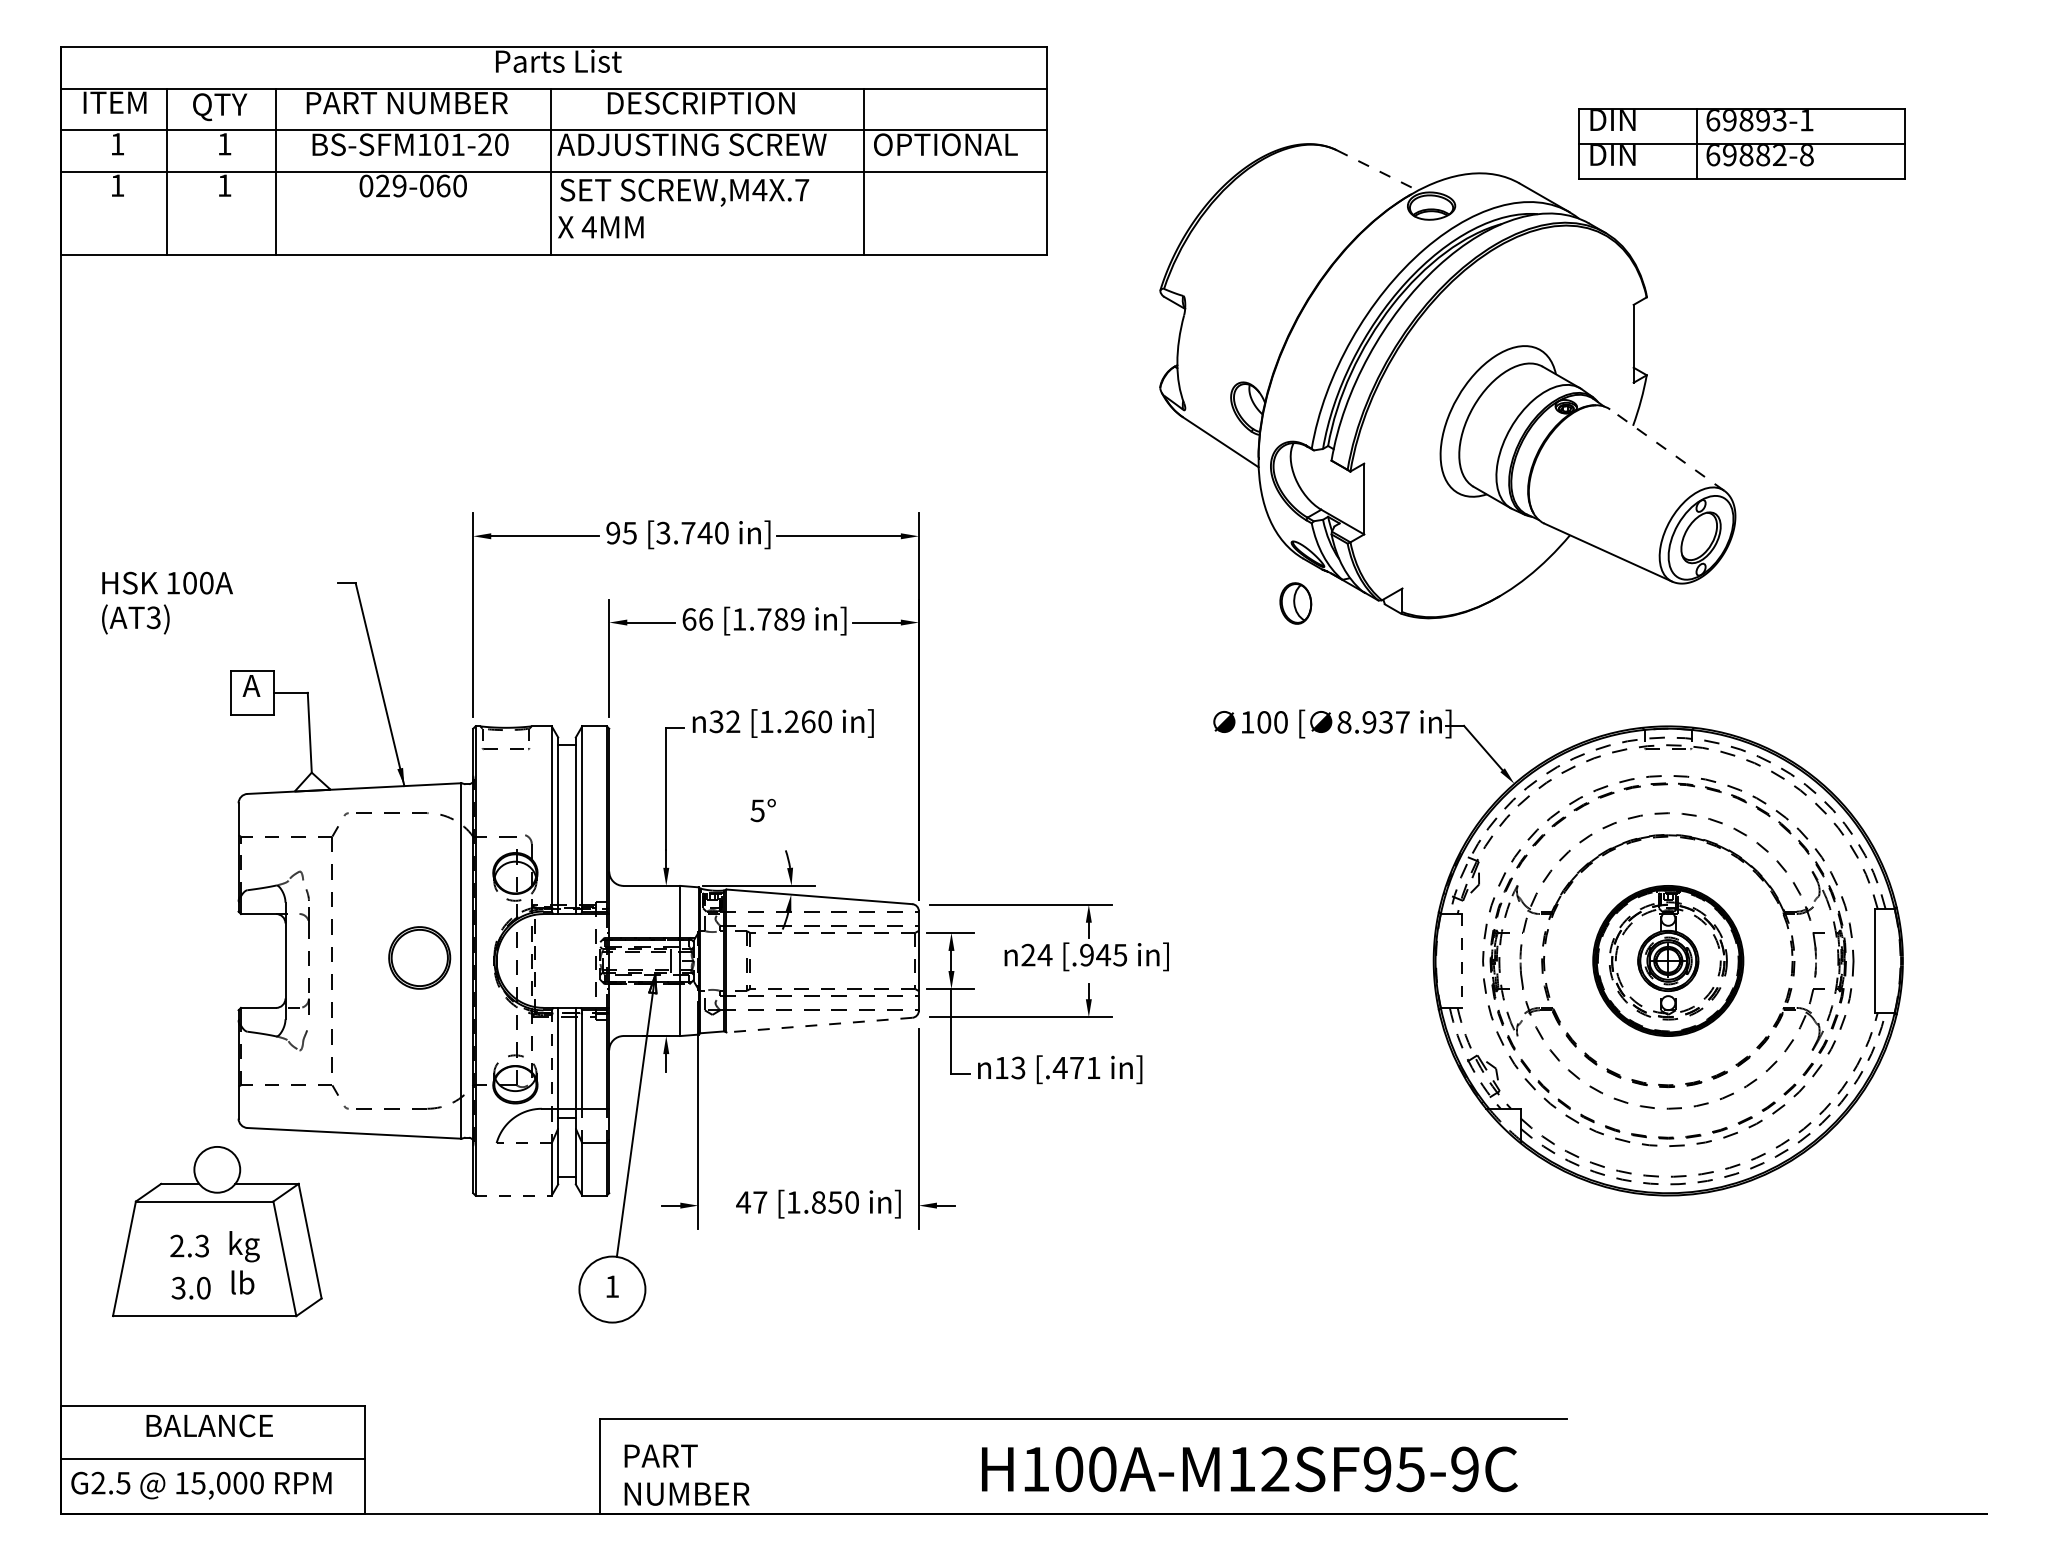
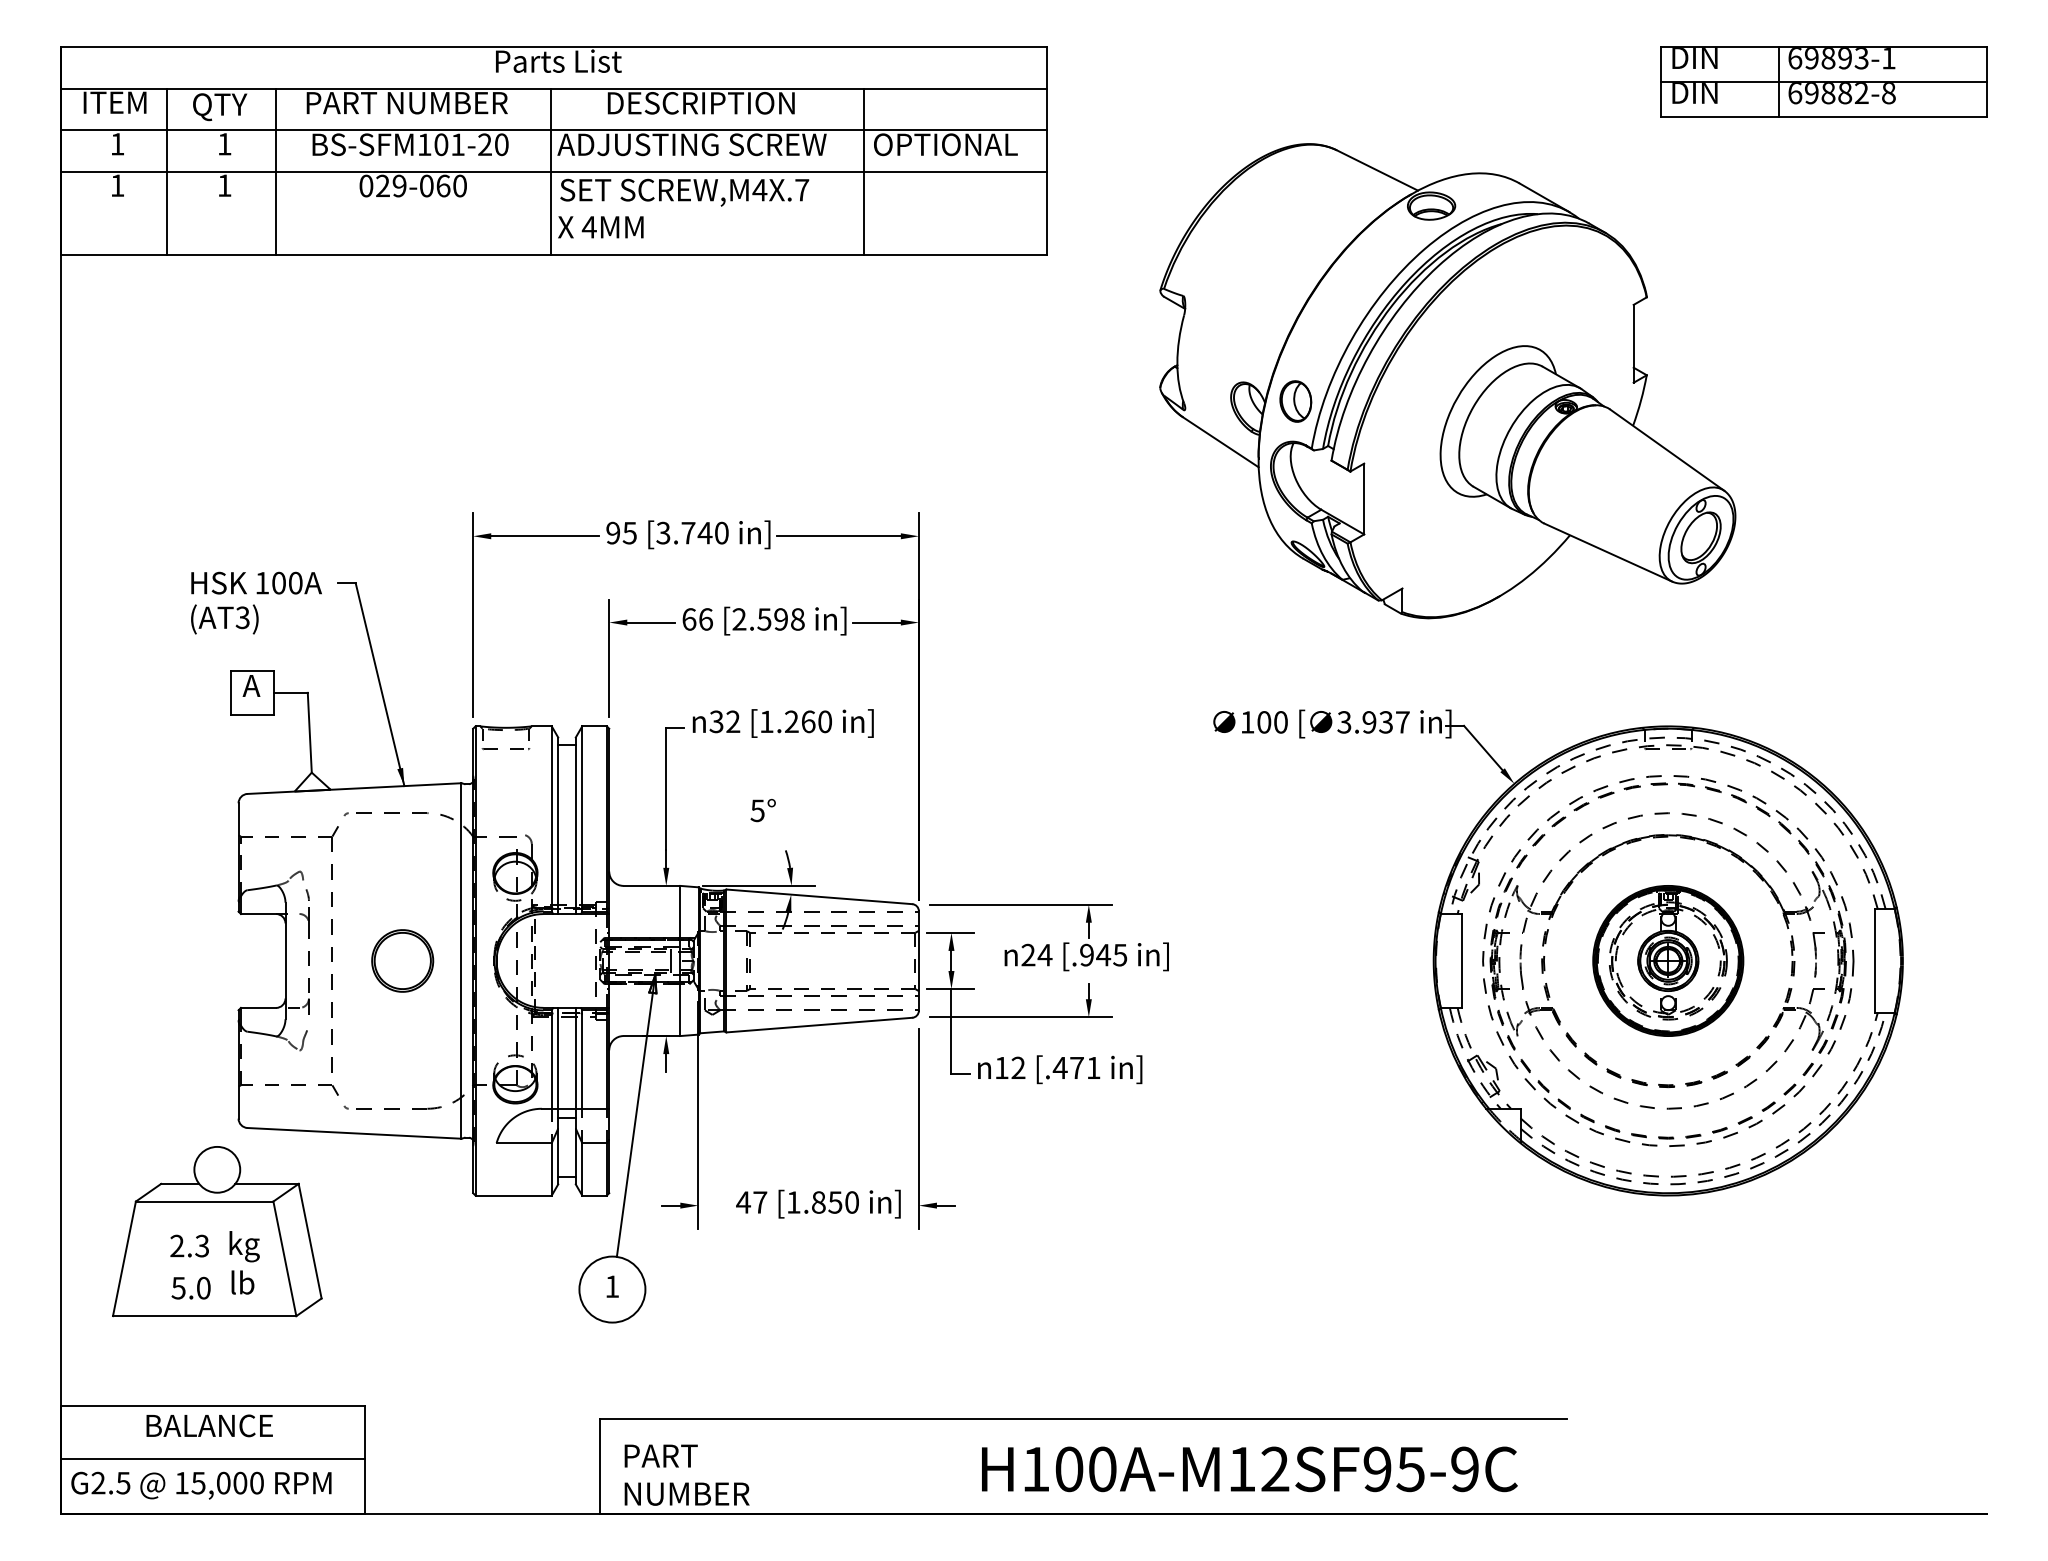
part at (1741, 143) position: (1741, 143) -> (1823, 81)
line at (1377, 170): dashed -> solid
line at (1666, 449): dashed -> solid
text at (167, 602) position: (167, 602) -> (256, 602)
part at (1295, 603) position: (1295, 603) -> (1295, 401)
text at (768, 619): [1.789 -> [2.598
text at (1344, 722): 8.937 -> 3.937
part at (419, 957) position: (419, 957) -> (402, 960)
line at (1461, 960): dashed -> solid
line at (818, 1025): dashed -> solid
line at (551, 1060): dashed -> solid
text at (1018, 1068): 13 -> 12
line at (524, 1143): dashed -> solid
line at (514, 1195): dashed -> solid
text at (178, 1287): 3.0 -> 5.0
